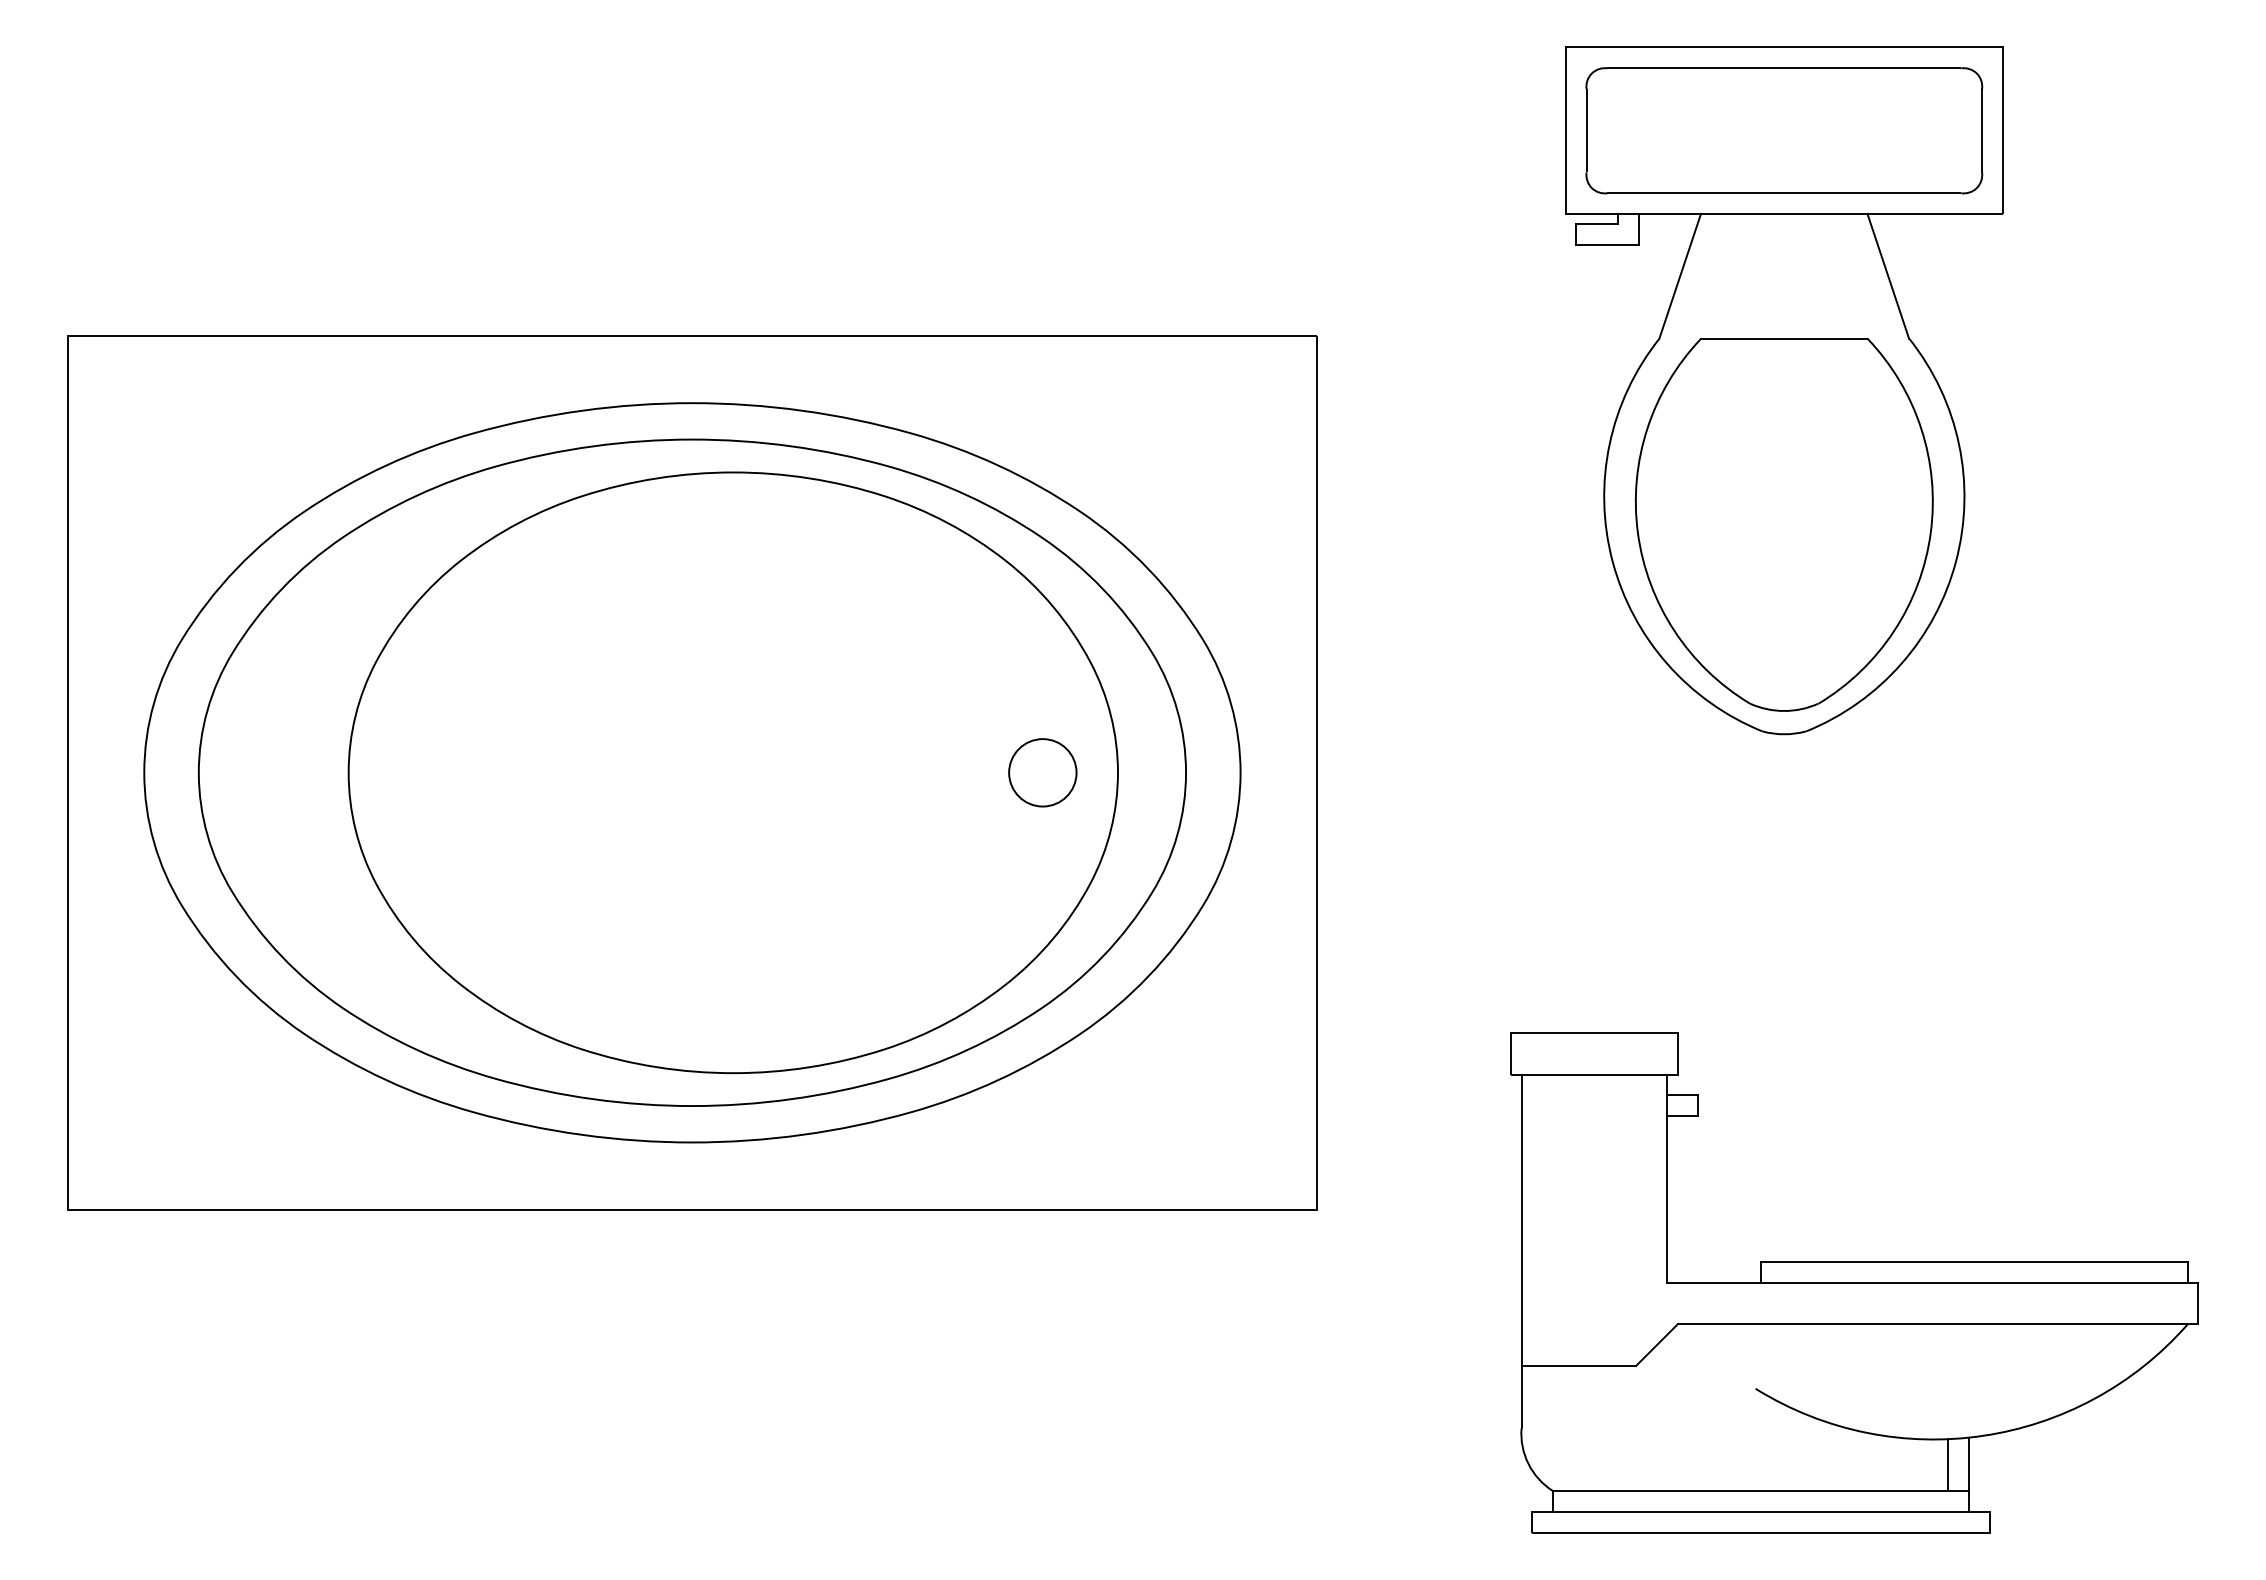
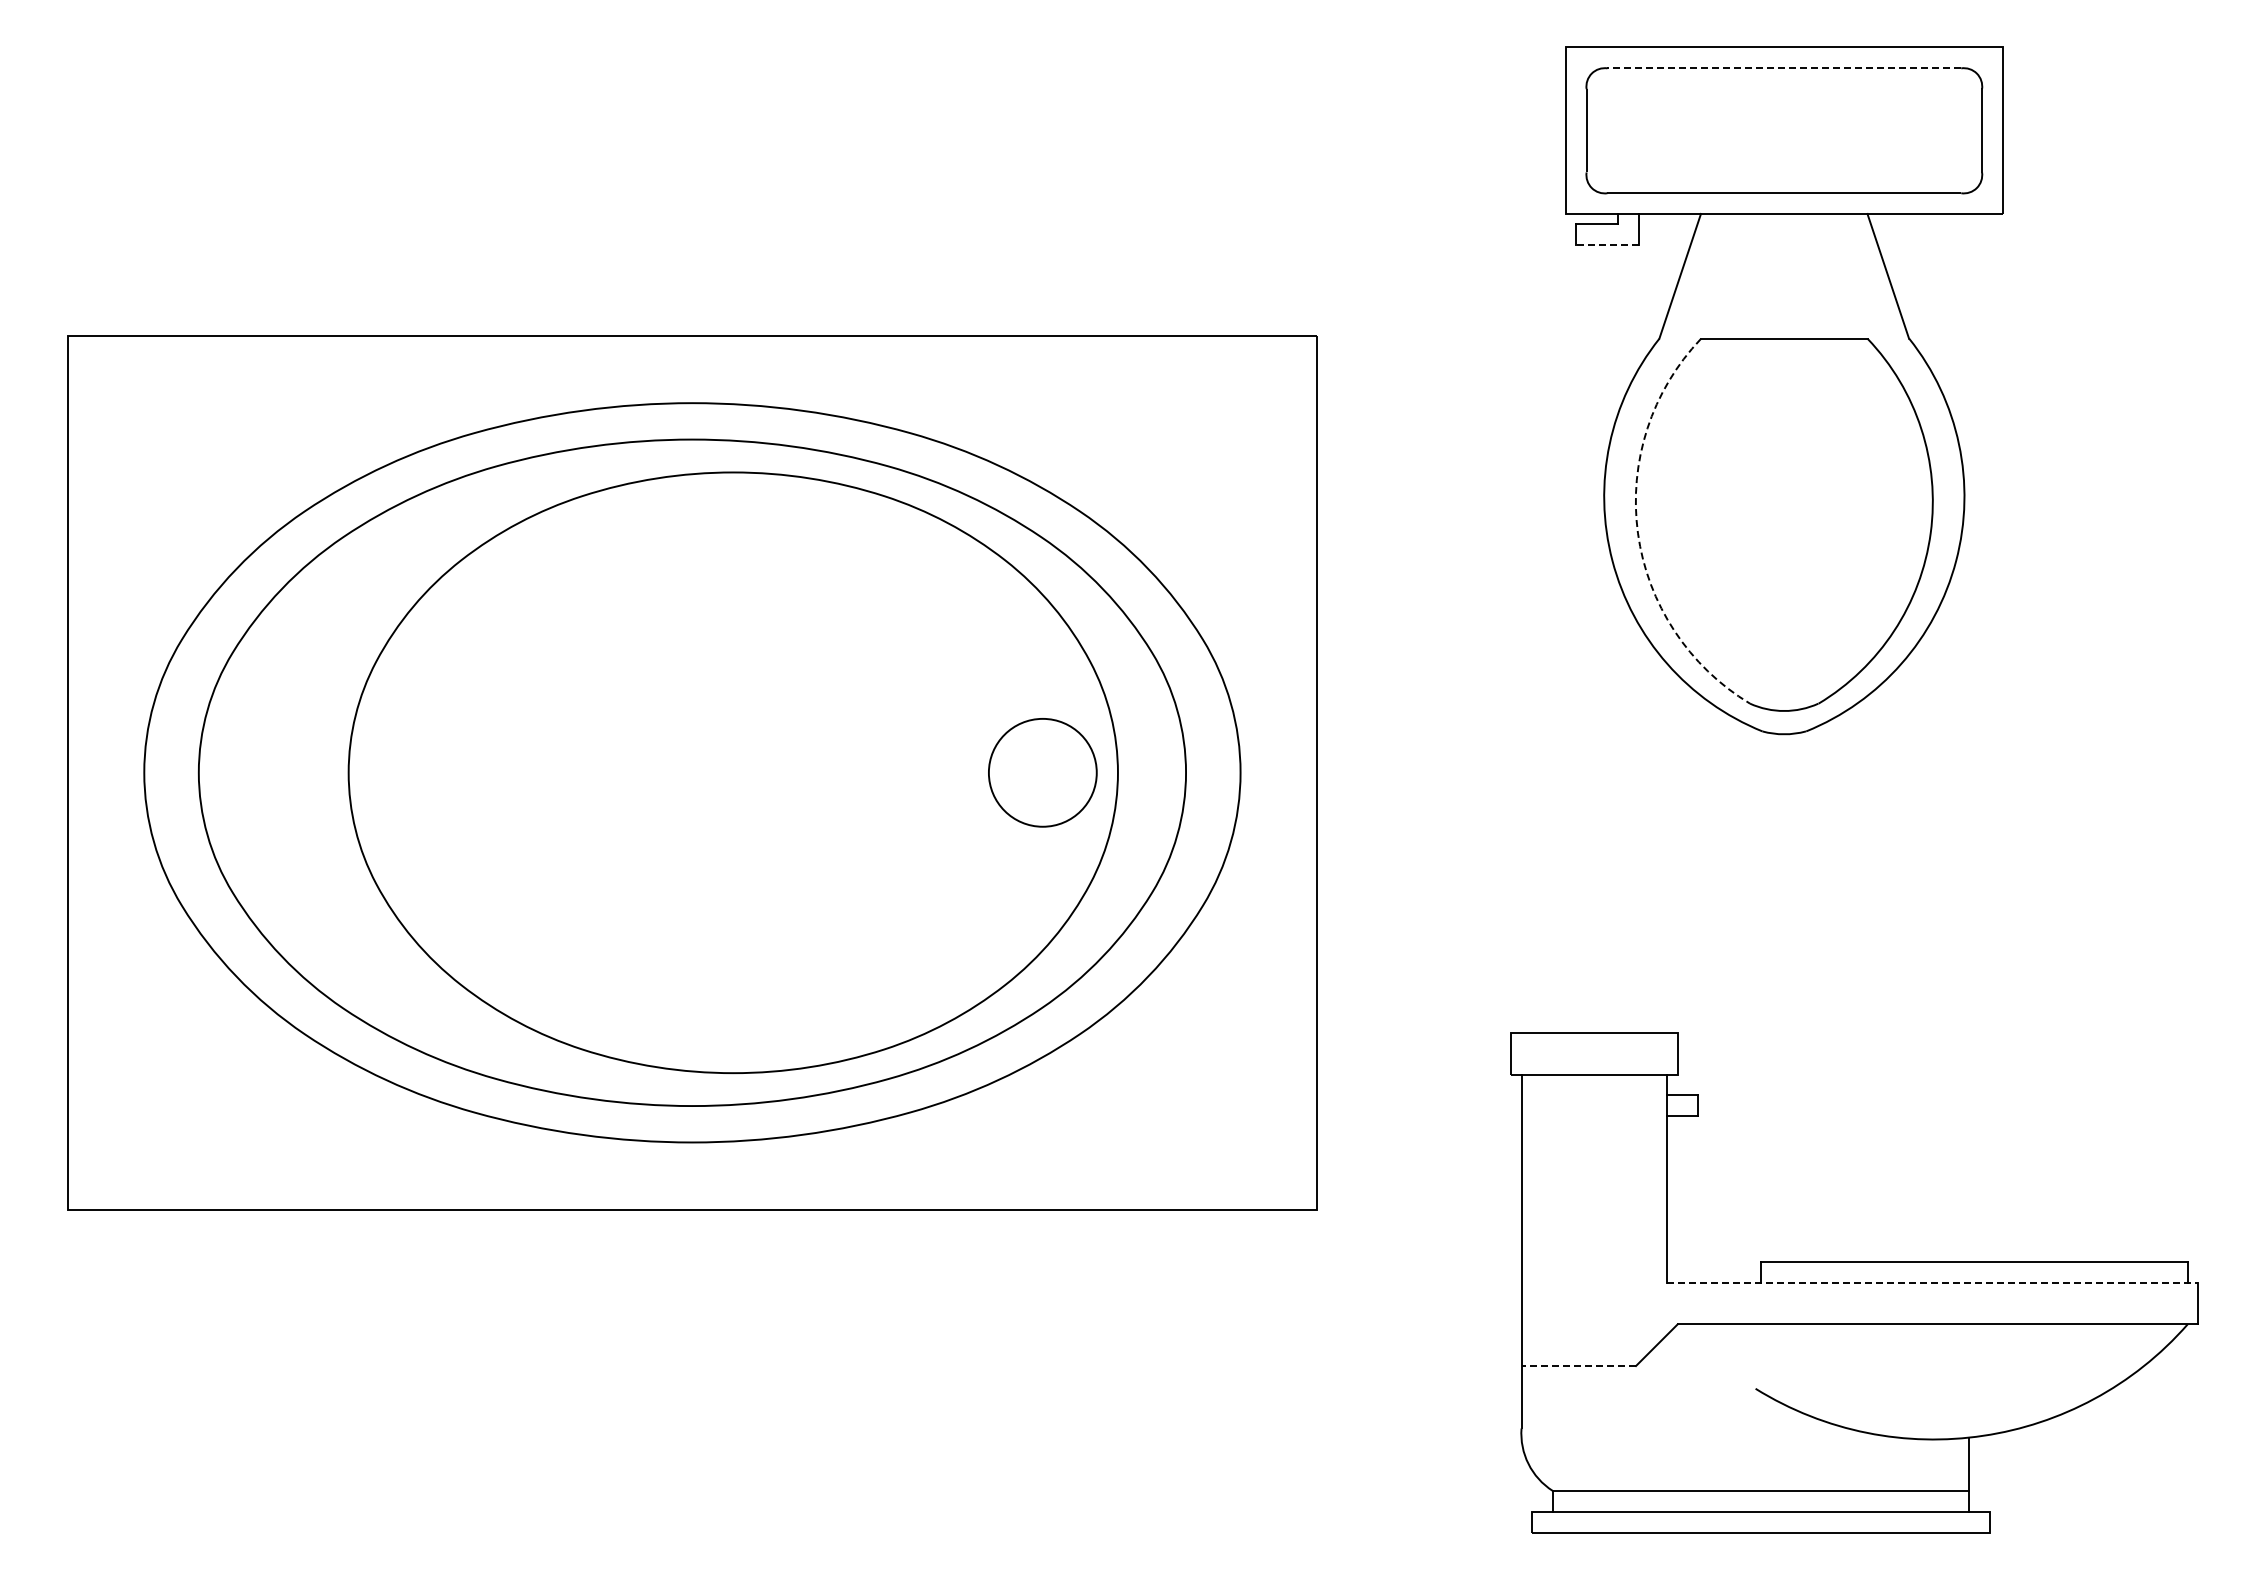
line at (1784, 68): solid -> dashed
line at (1606, 245): solid -> dashed
arc at (1637, 533): solid -> dashed
circle at (1042, 772) diameter: 67 px -> 108 px
line at (1933, 1282): solid -> dashed
line at (1578, 1366): solid -> dashed
line at (1948, 1464): present -> none
